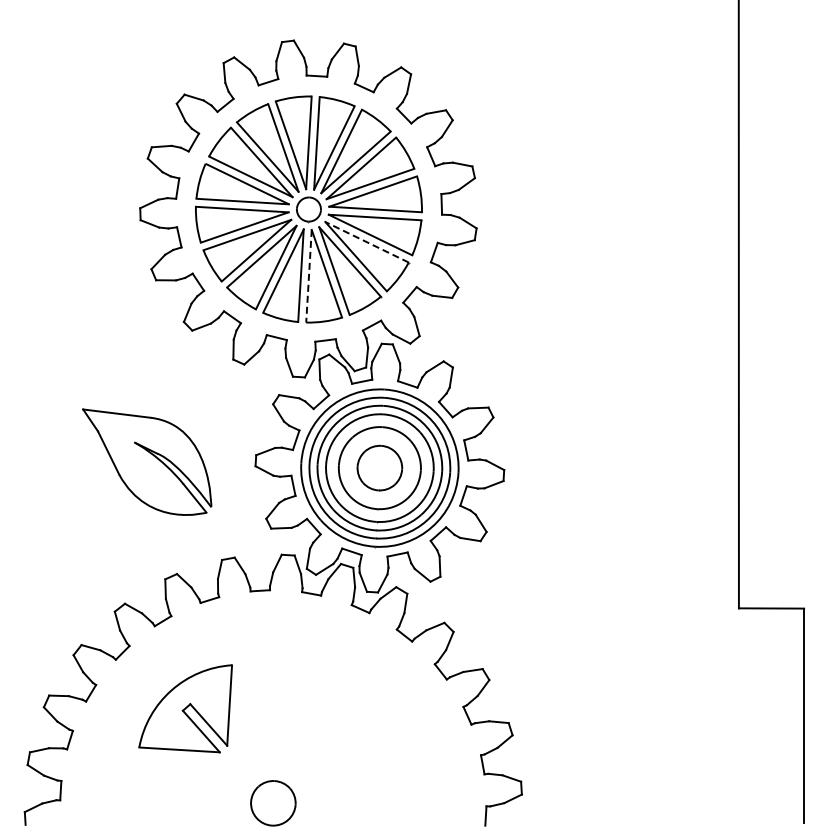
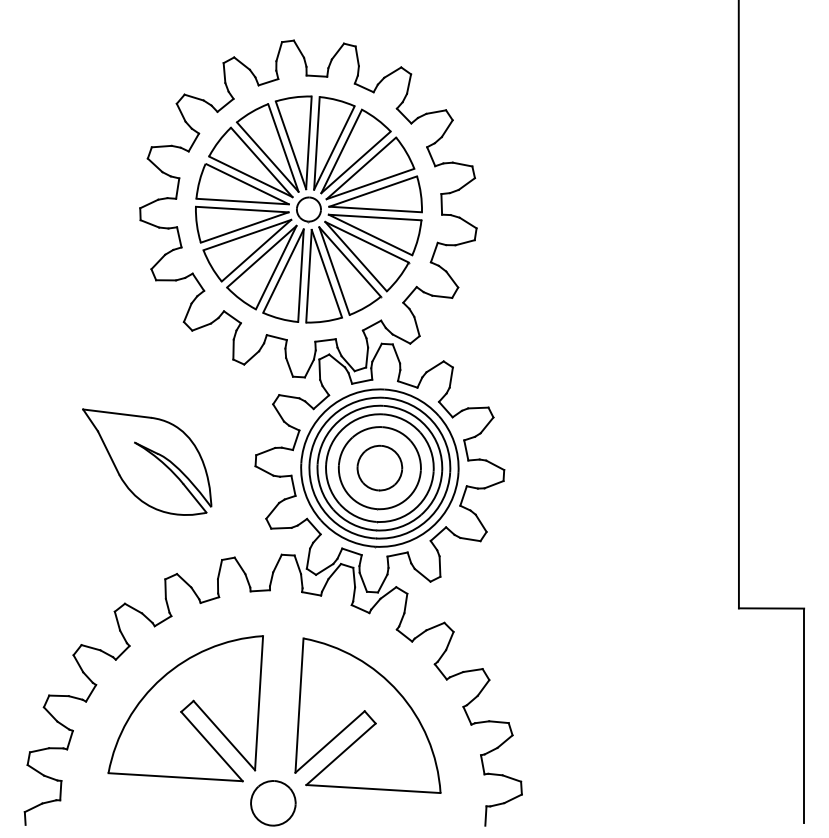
line at (366, 242): dashed -> solid
line at (308, 276): dashed -> solid
part at (185, 708) size: 95x90 px -> 157x148 px
part at (367, 715): none -> present
